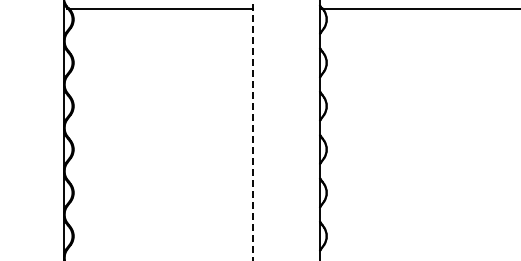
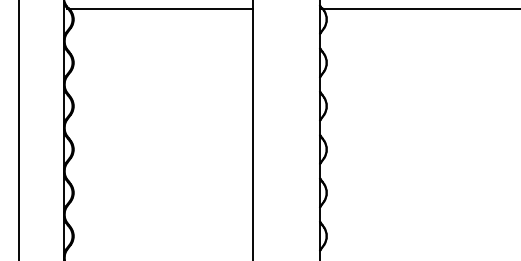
line at (19, 129): none -> present
line at (252, 130): dashed -> solid
